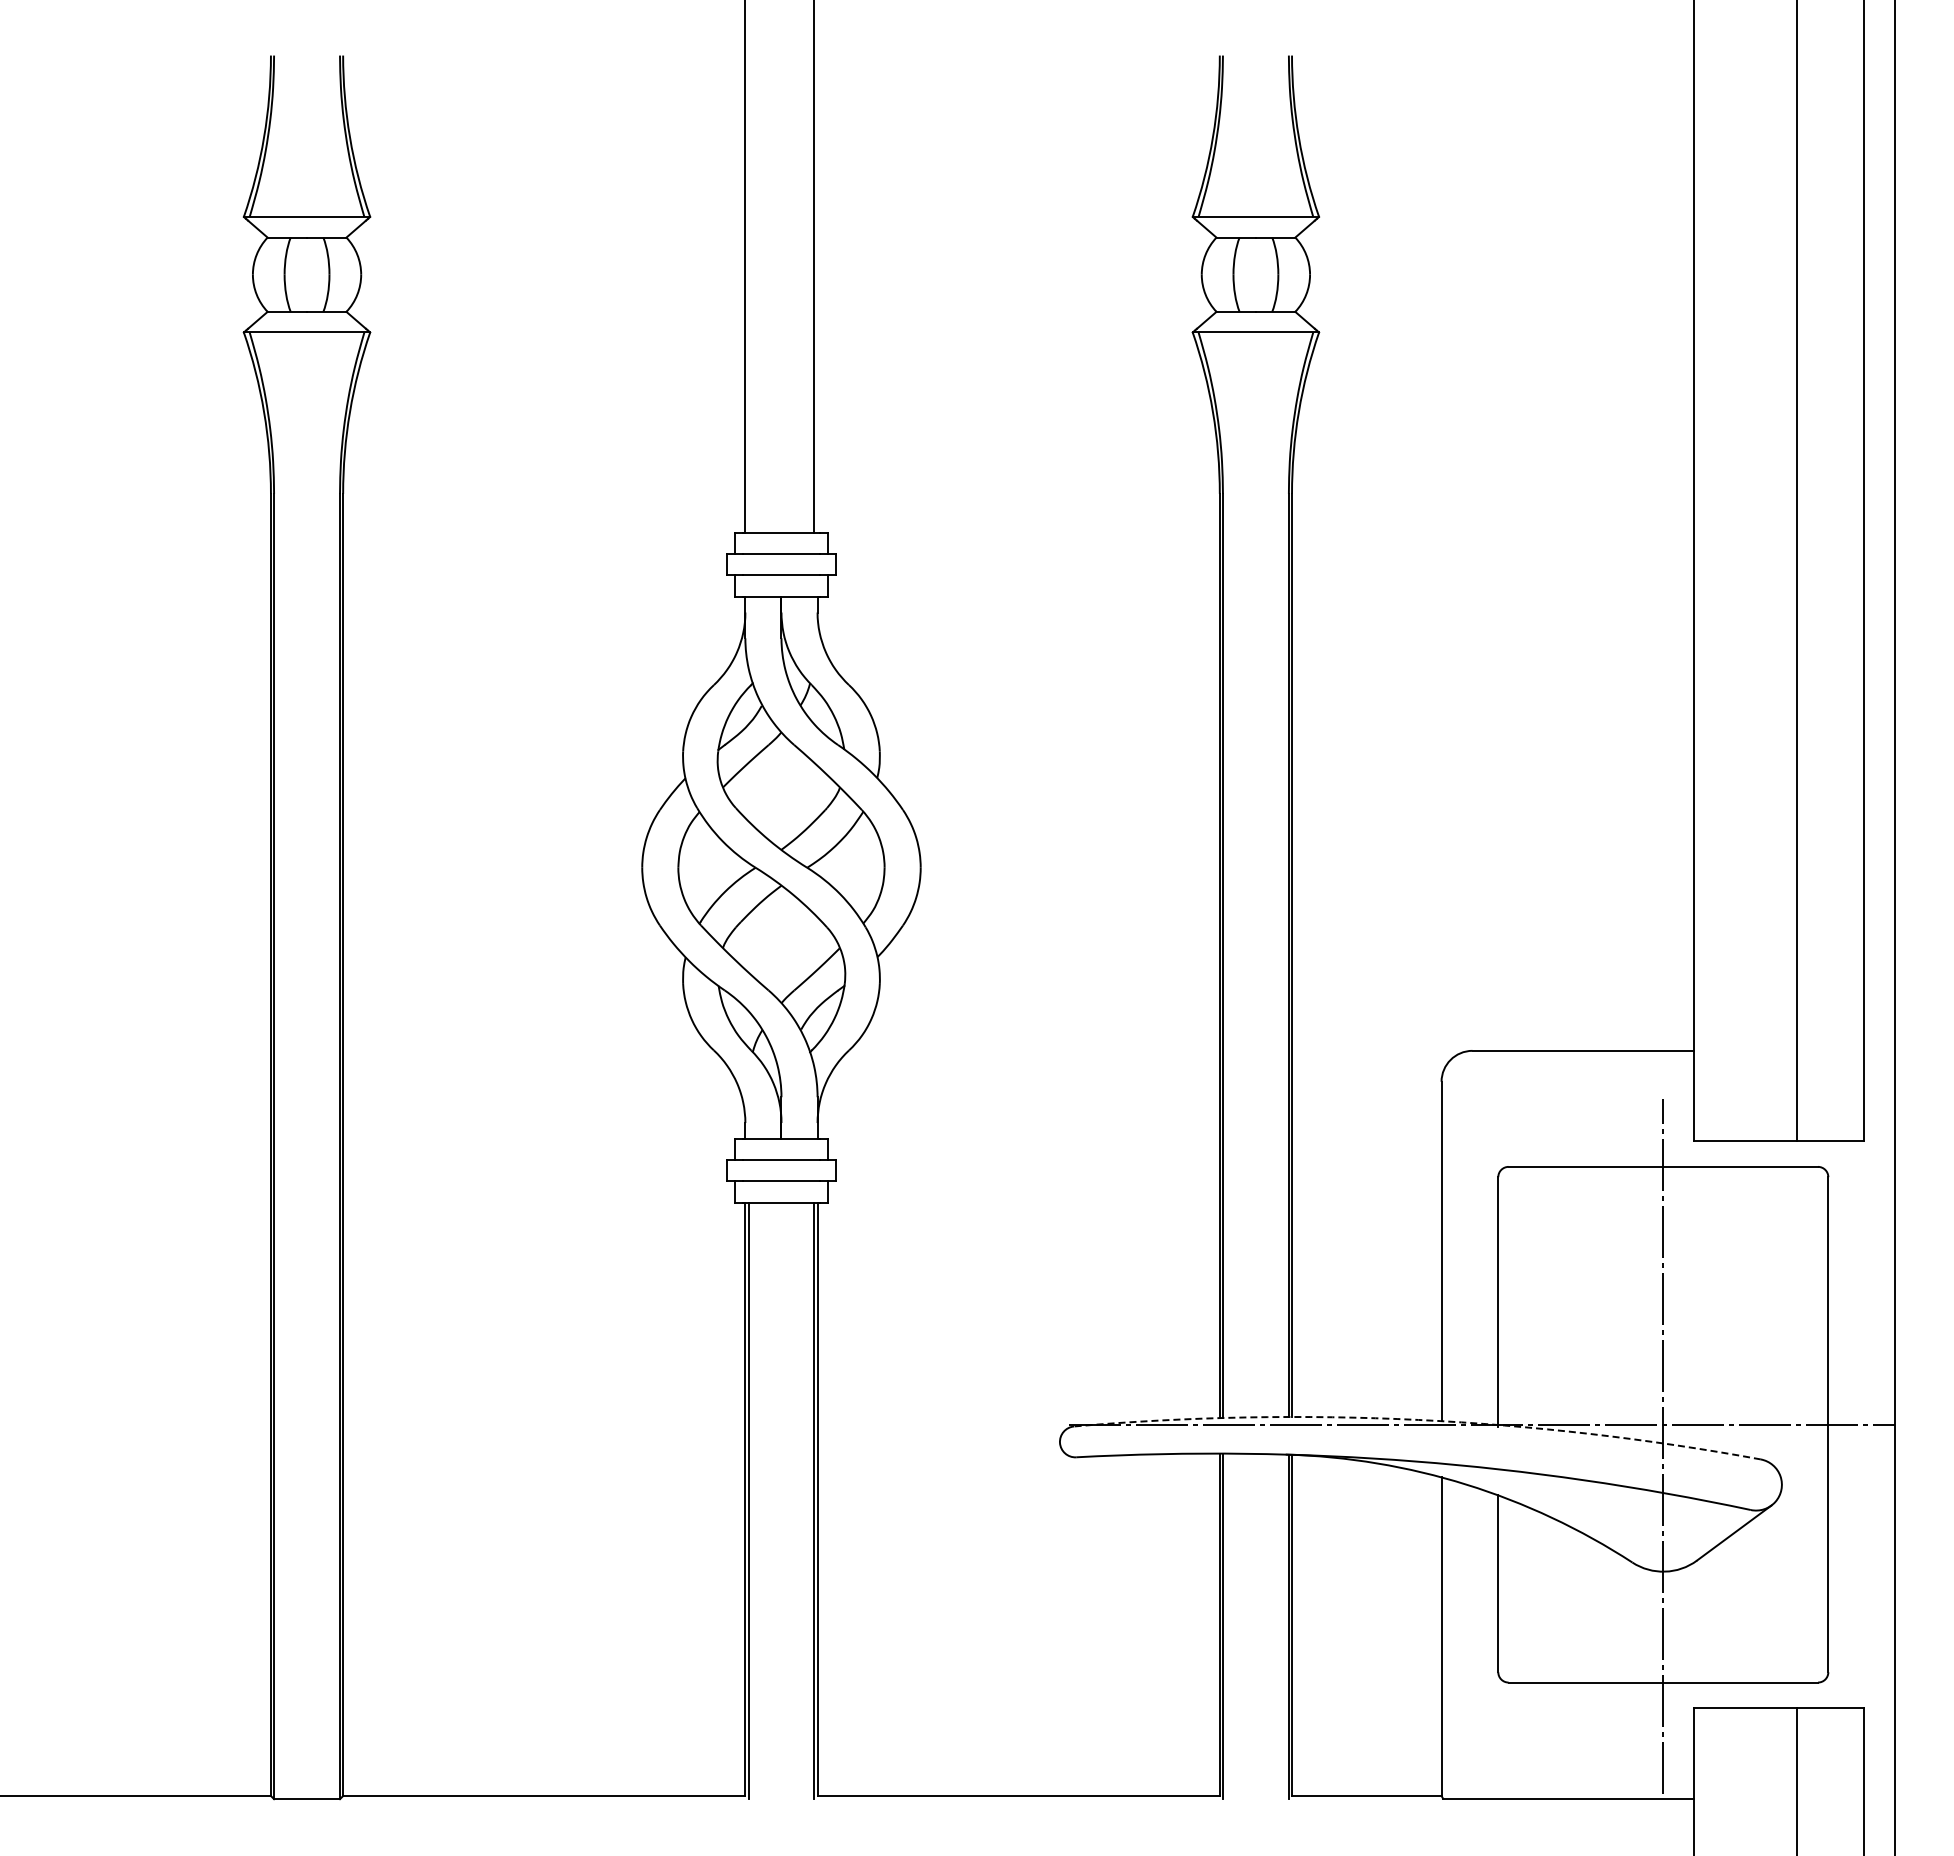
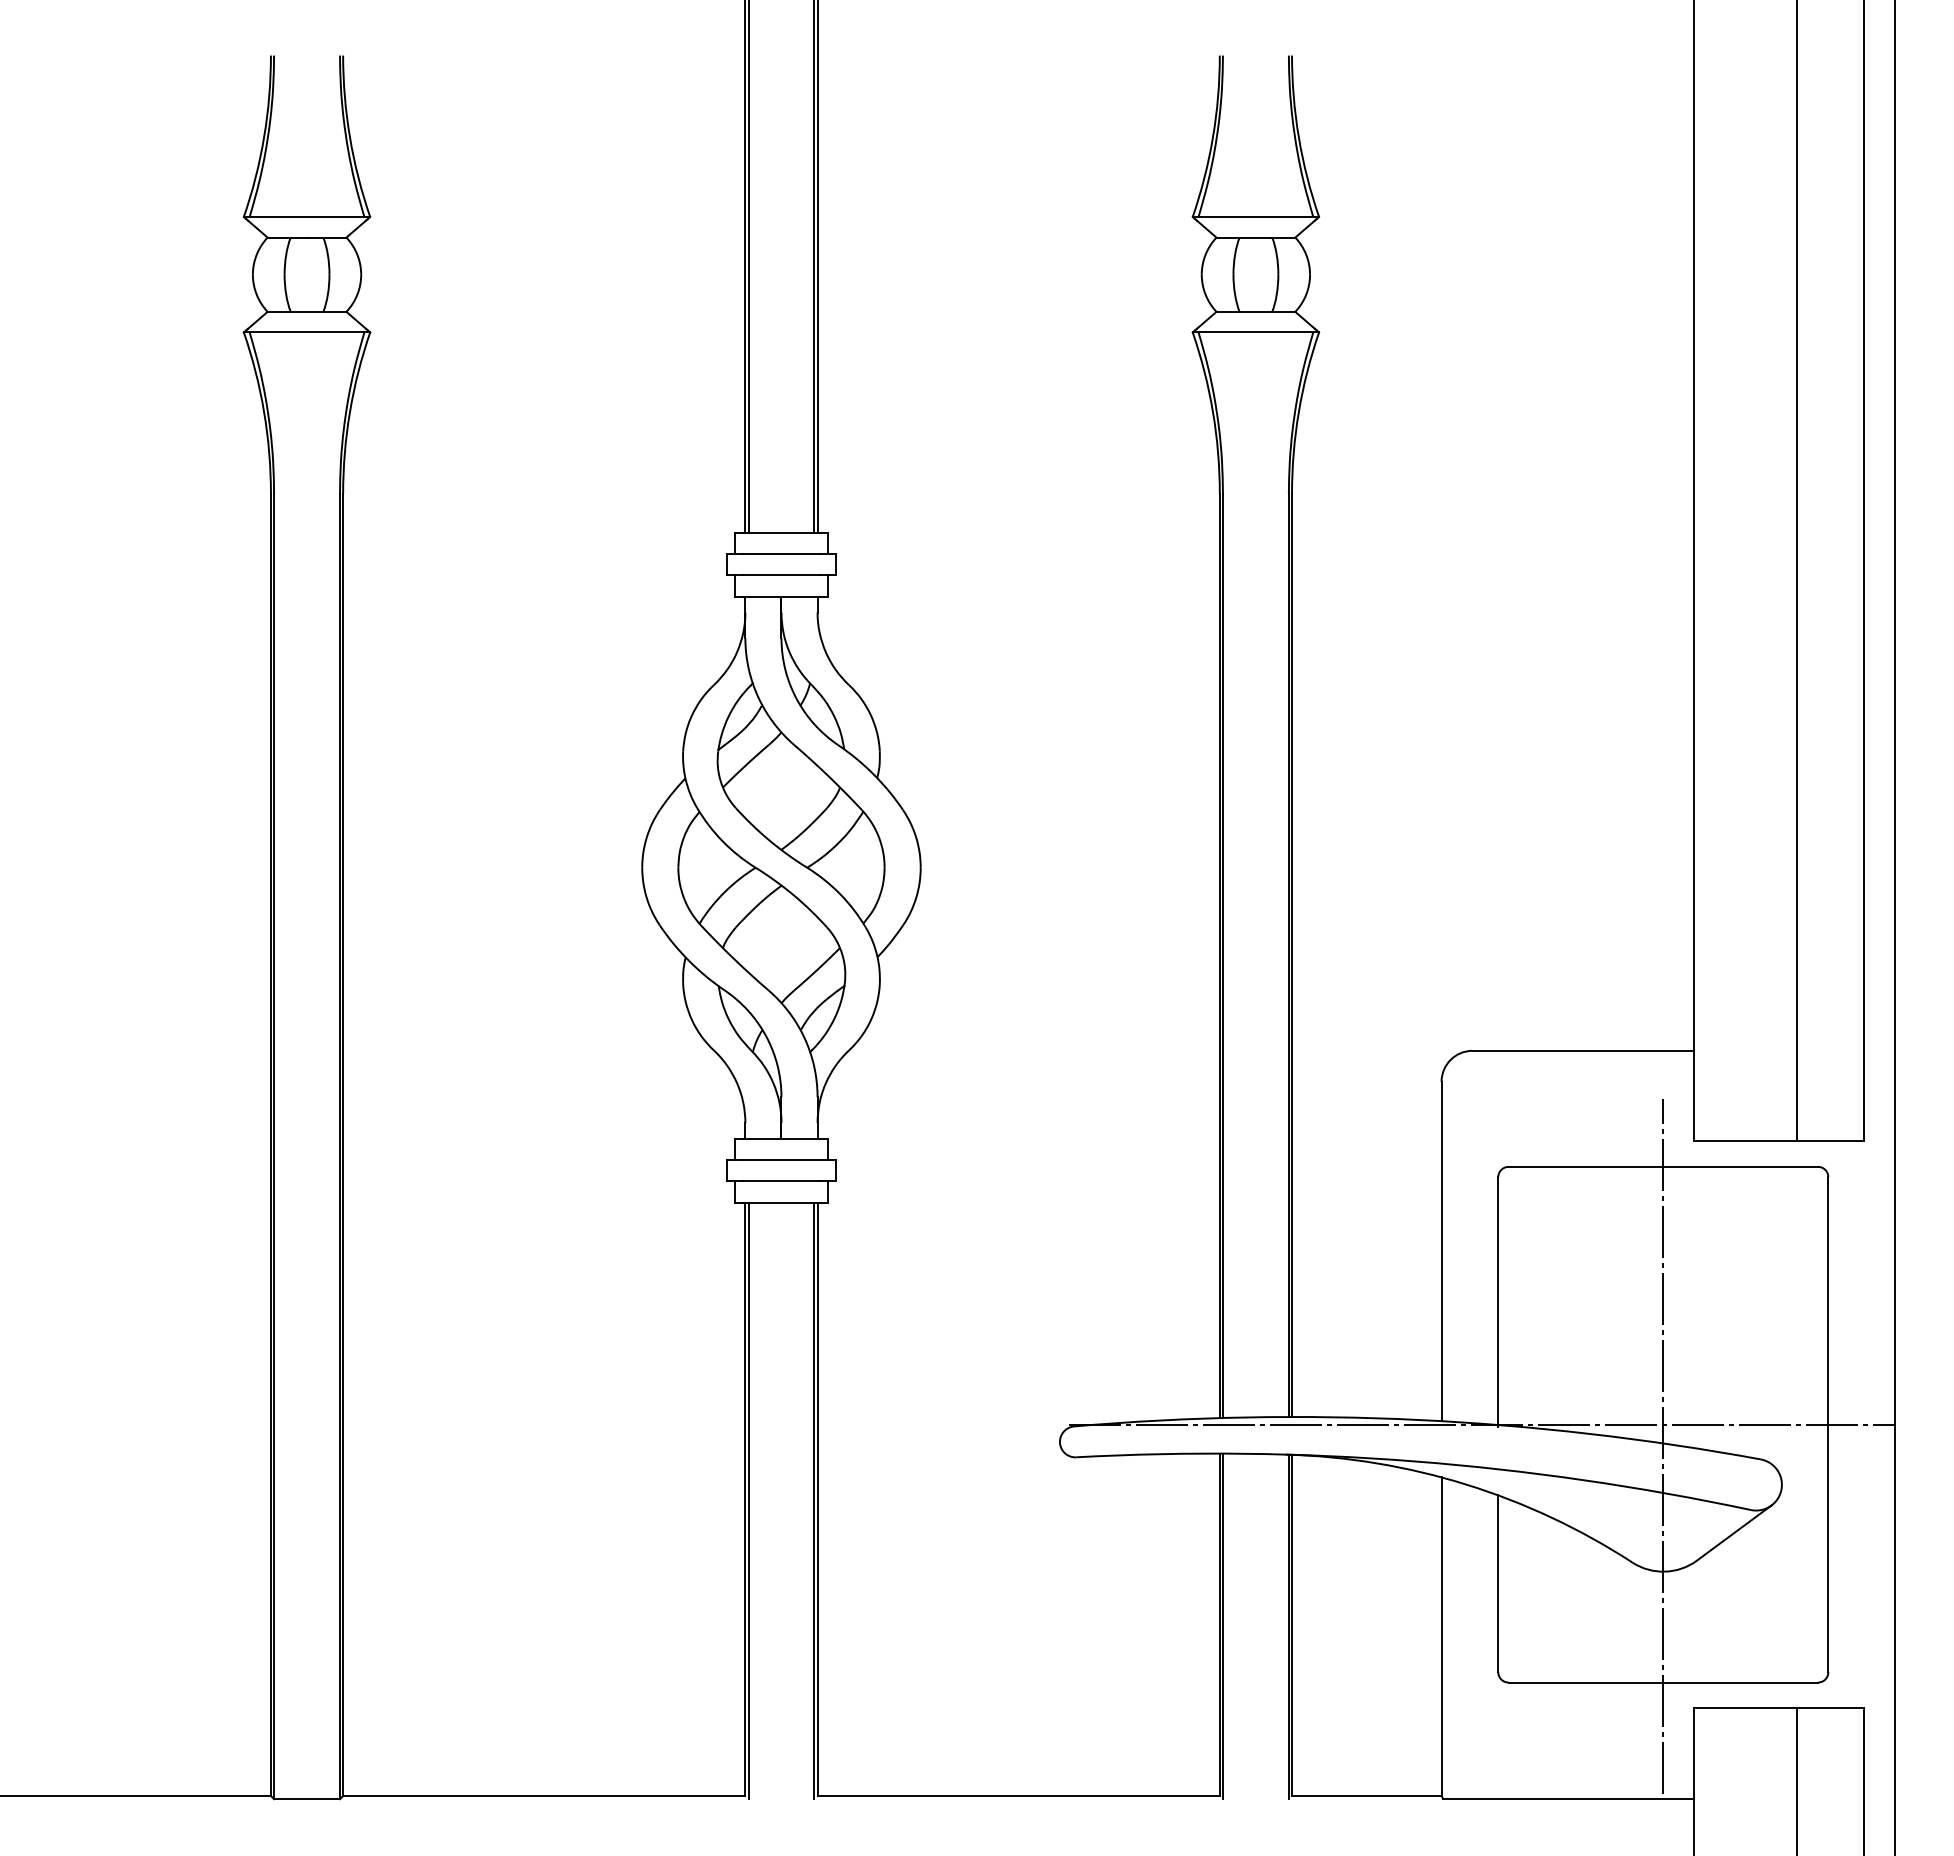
line at (748, 267): none -> present
line at (817, 267): none -> present
arc at (1418, 1419): dashed -> solid
